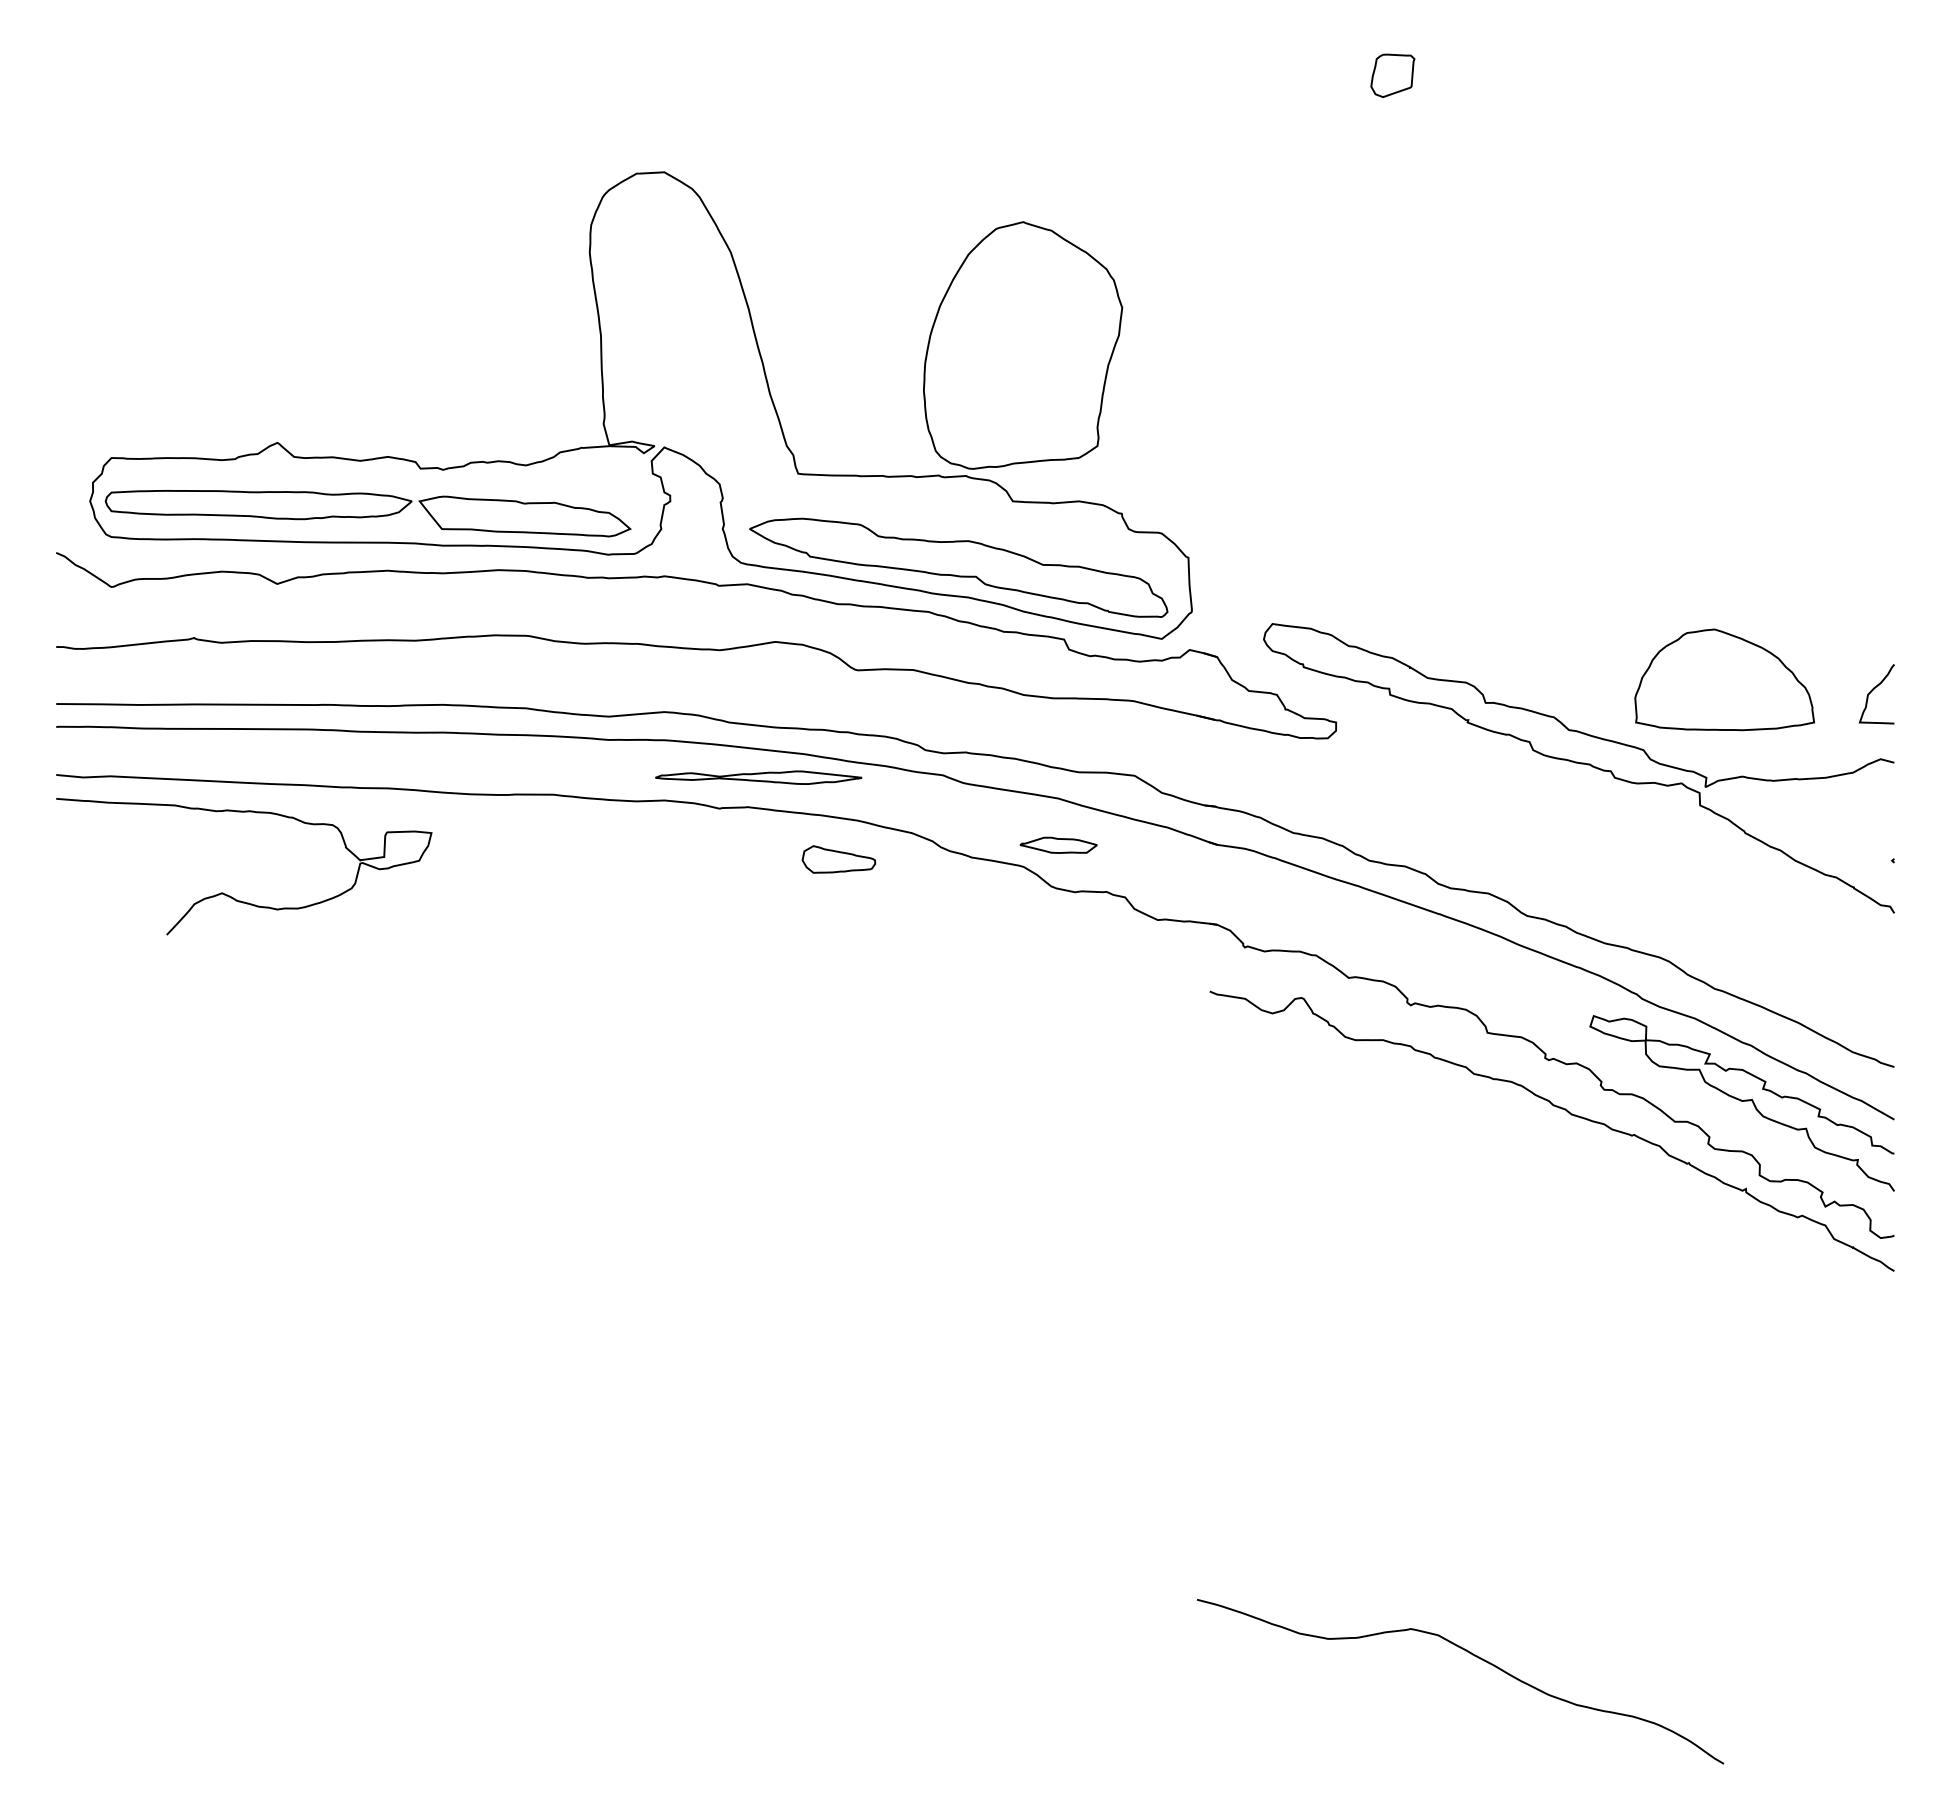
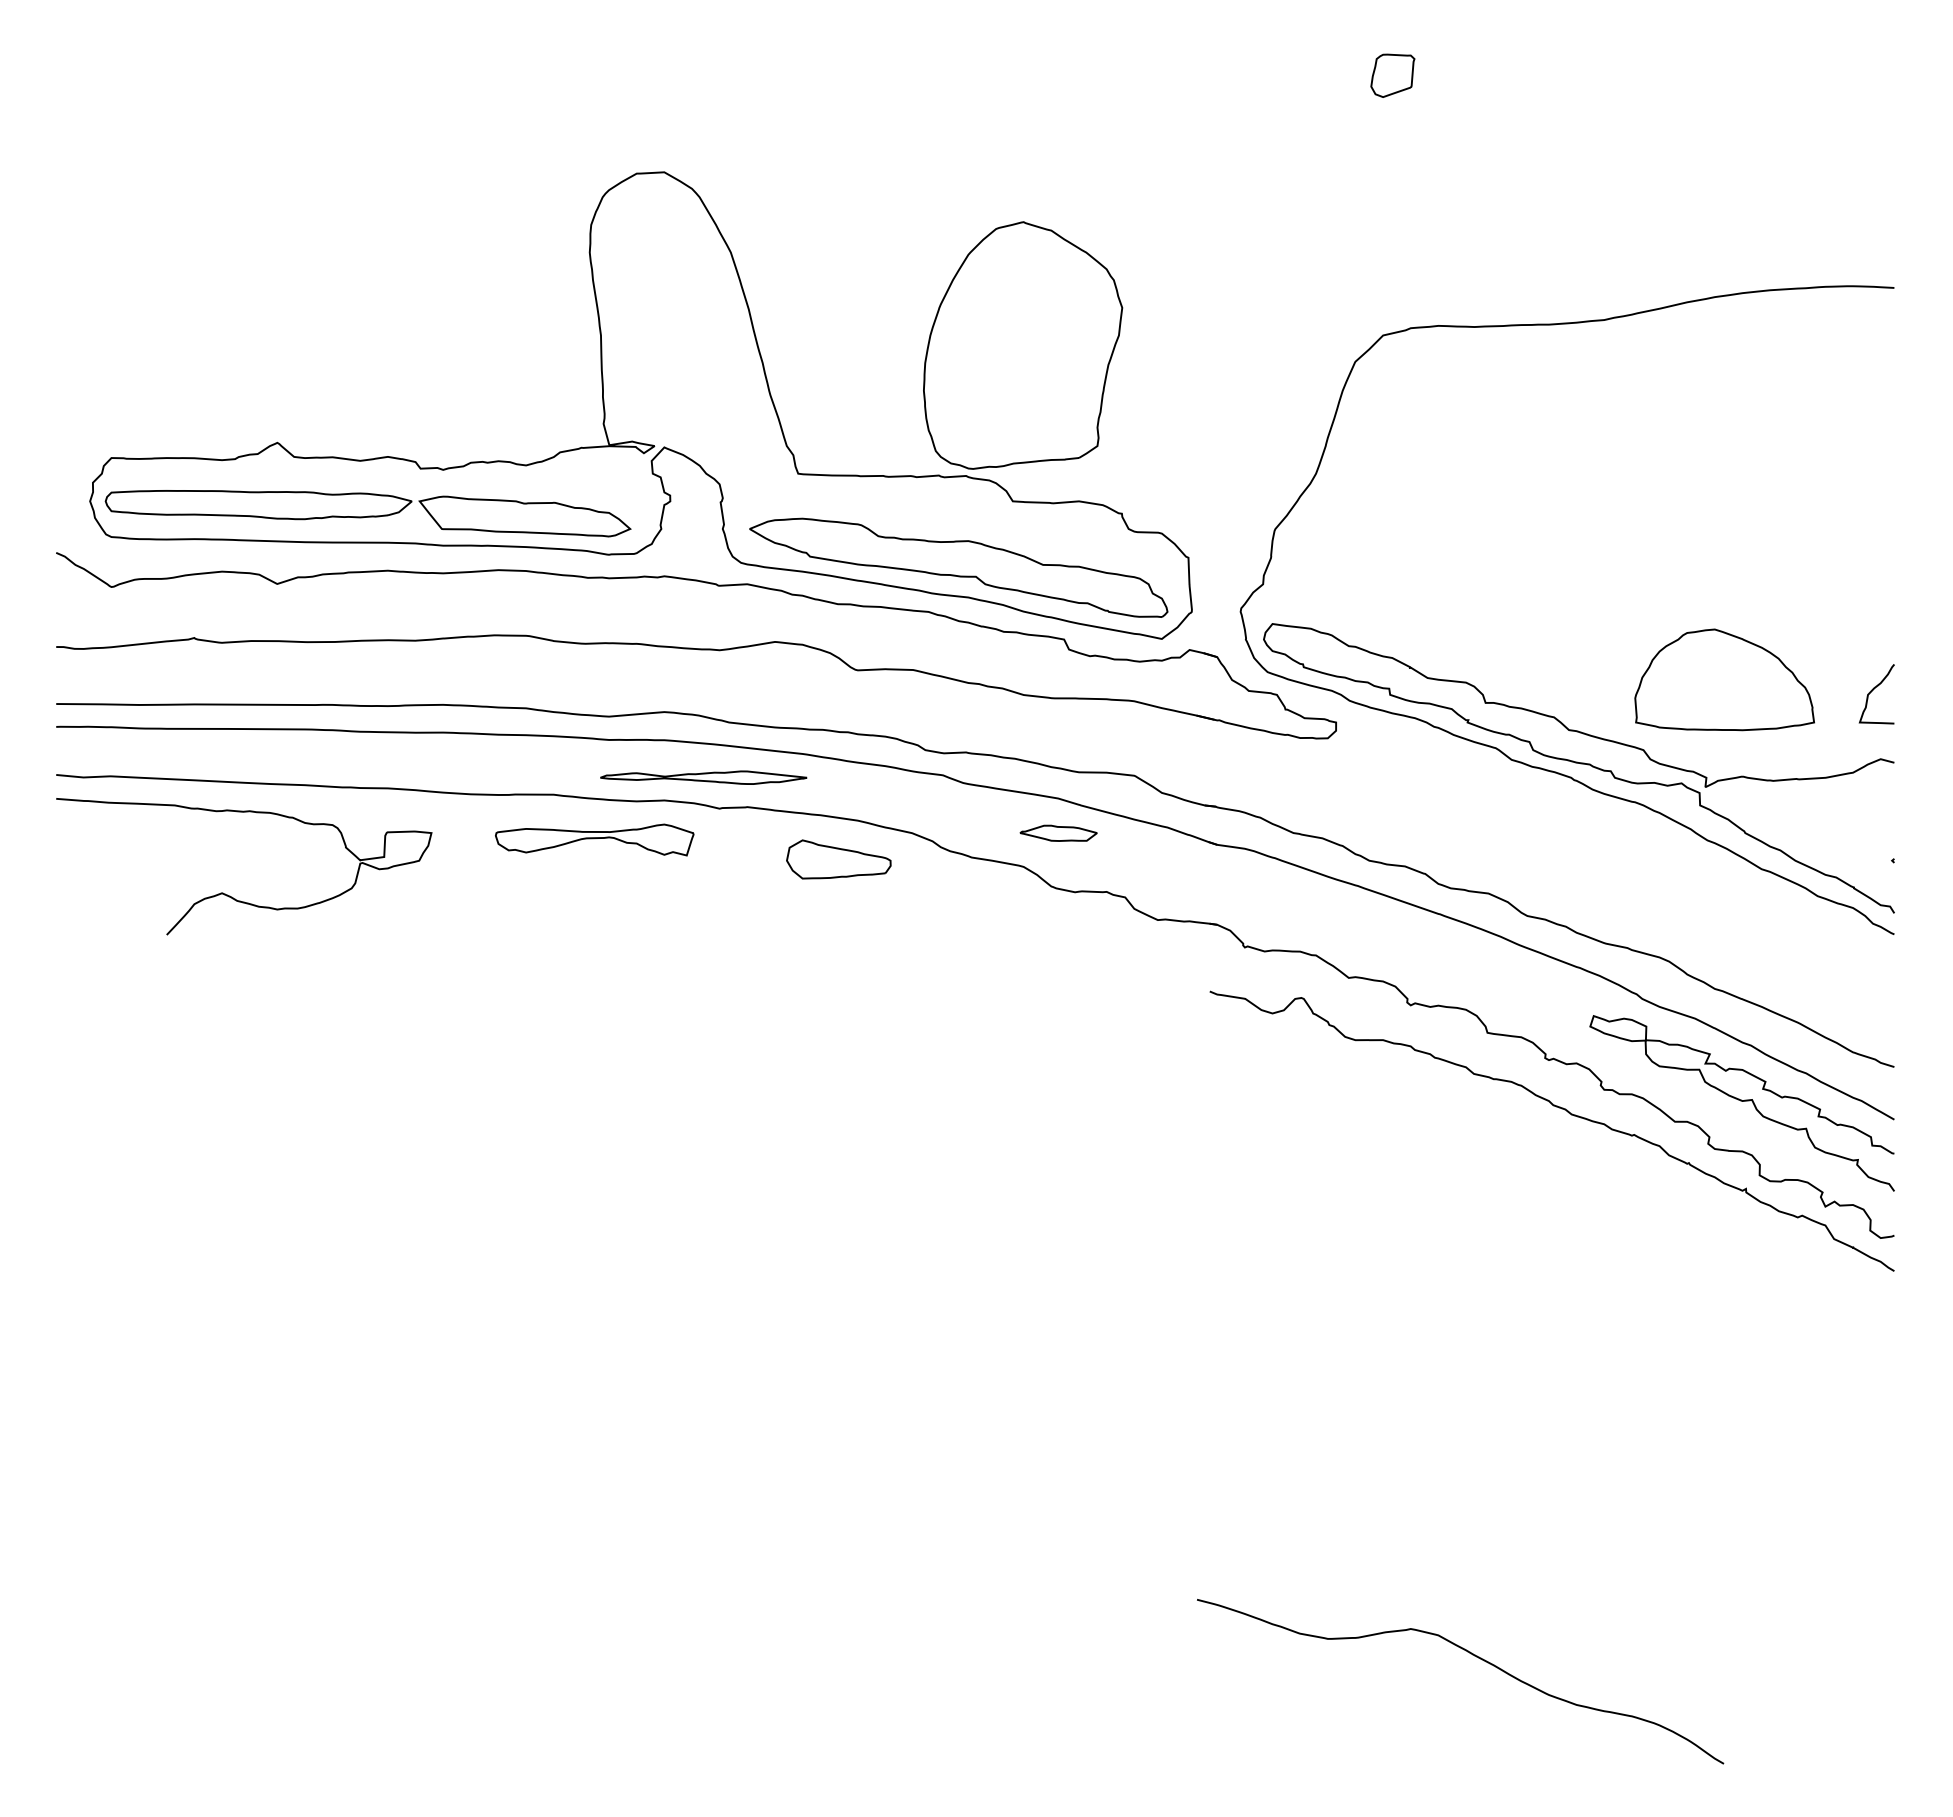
curve at (1496, 747): none -> present
part at (758, 777) position: (758, 777) -> (703, 777)
part at (594, 839): none -> present
part at (1058, 844) position: (1058, 844) -> (1058, 832)
part at (838, 859) size: 76x29 px -> 106x41 px
